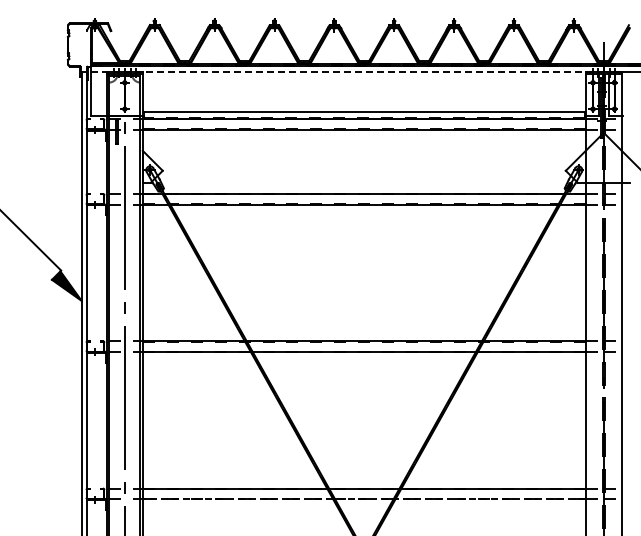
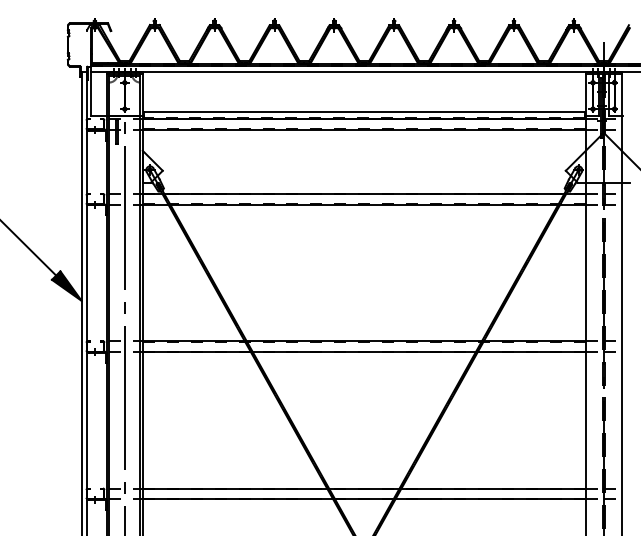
line at (348, 71): dashed -> solid
line at (31, 241) position: (31, 241) -> (29, 248)
line at (364, 499): dashed -> solid
